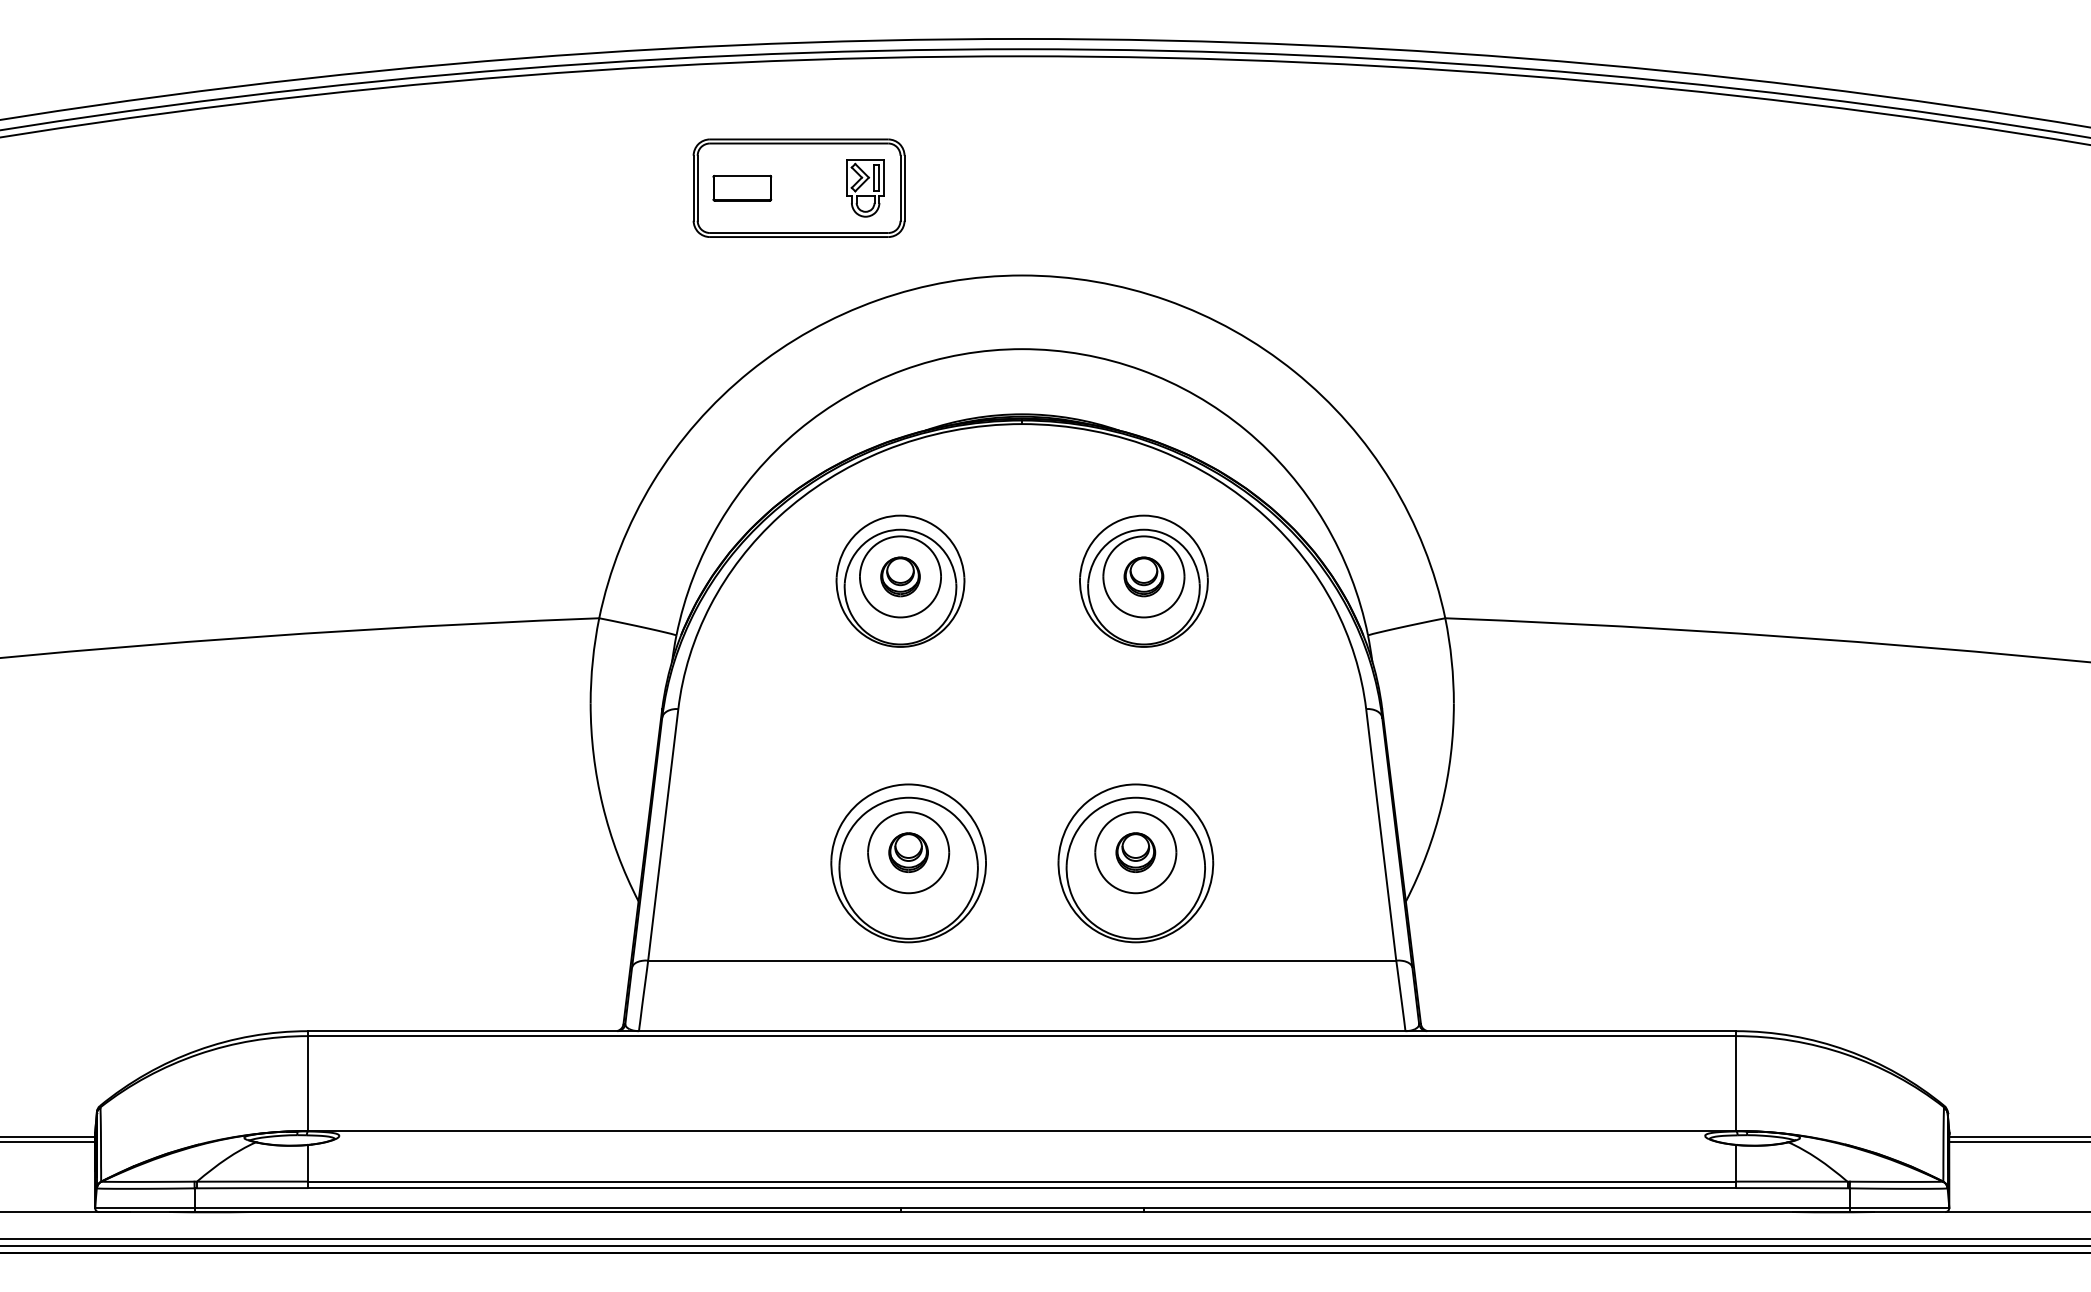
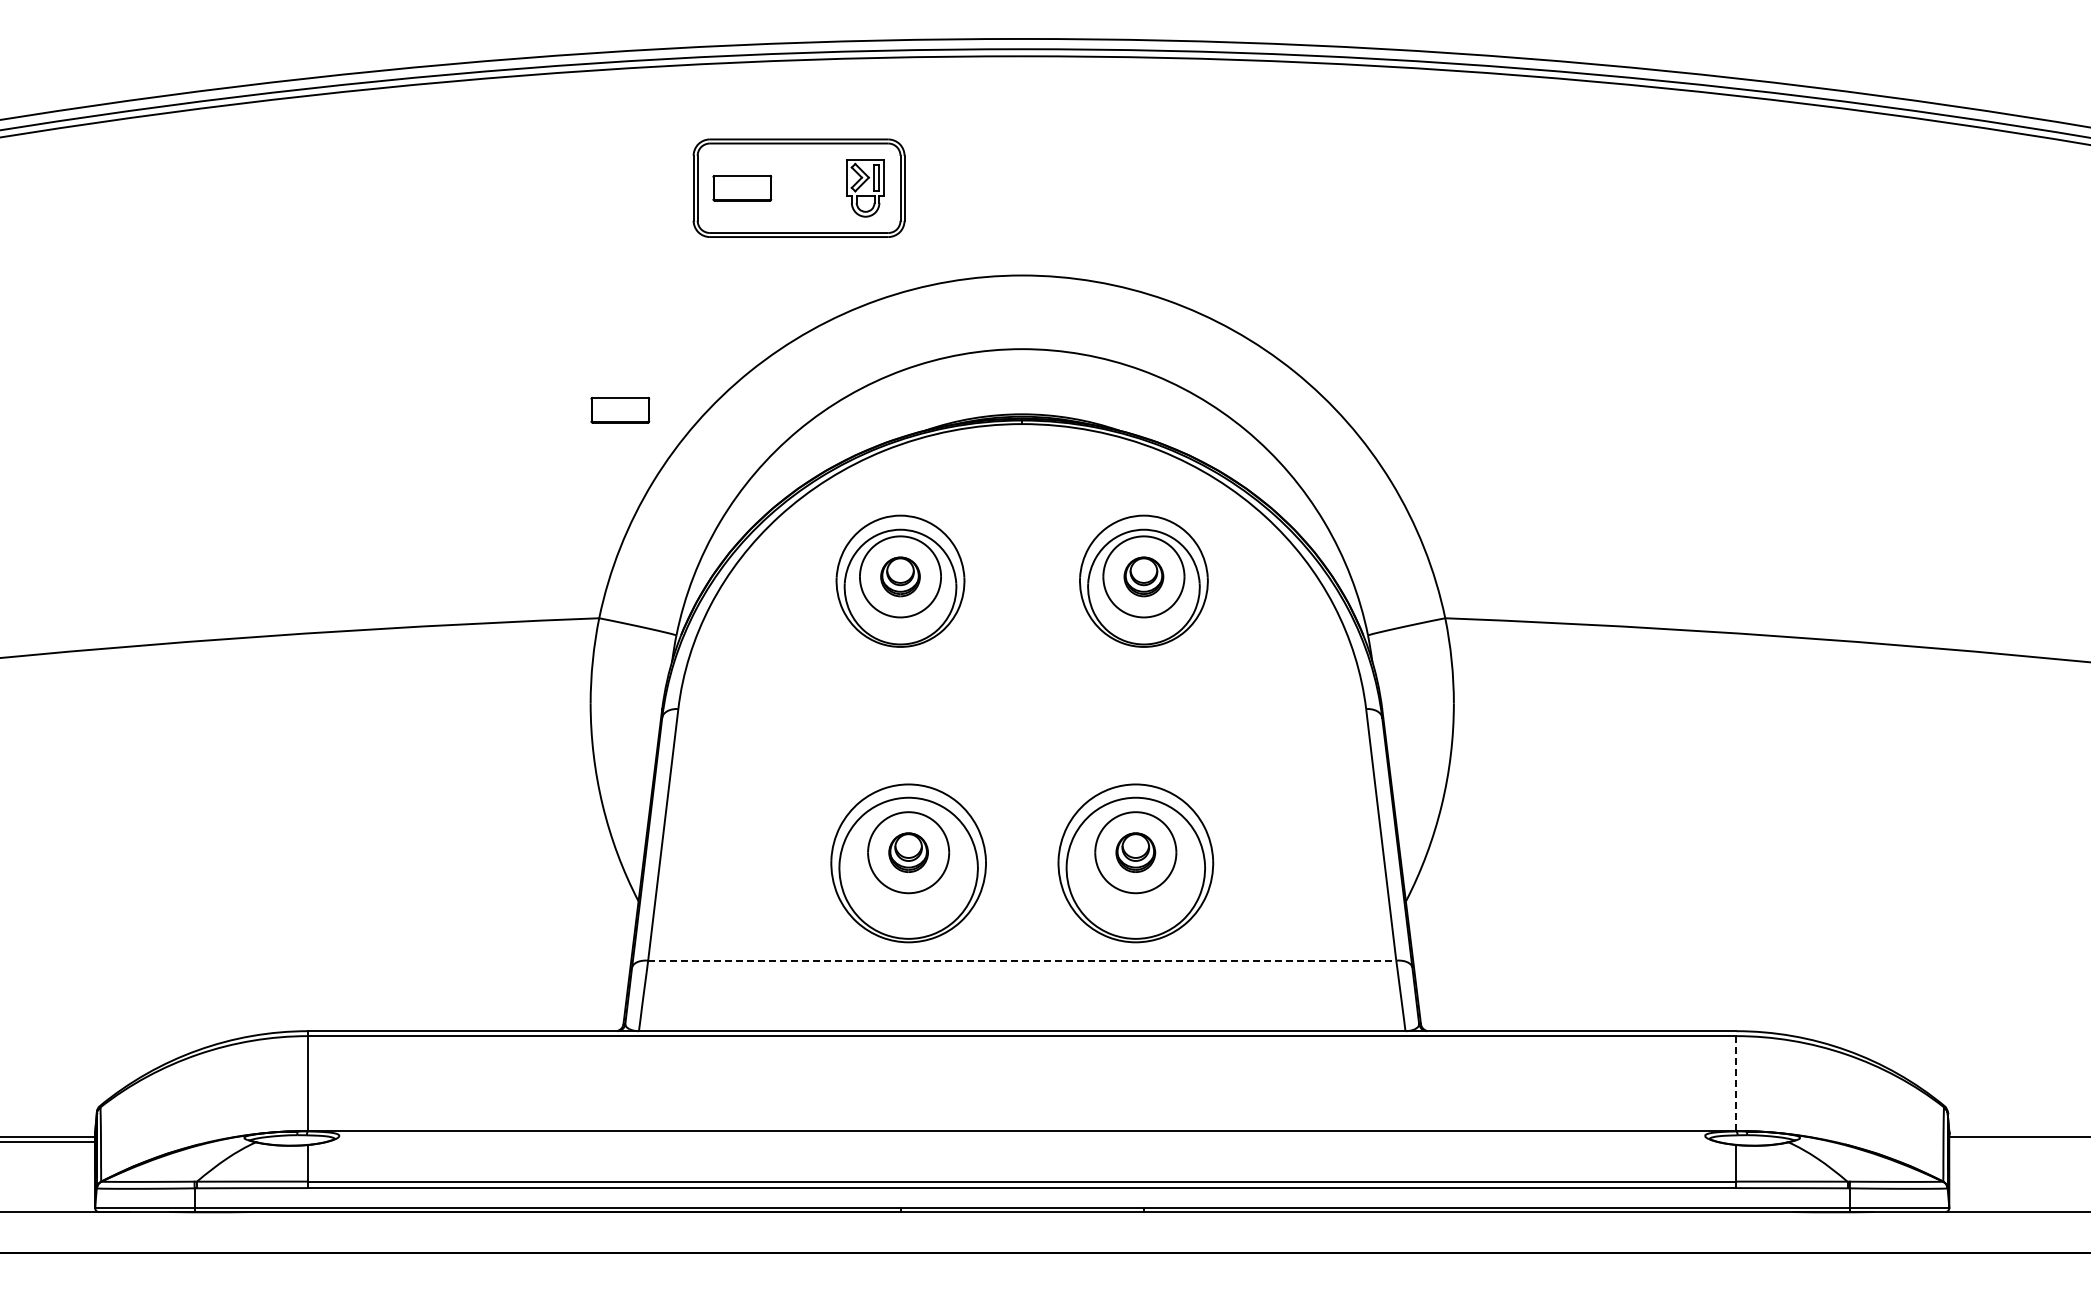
part at (620, 409): none -> present
line at (1022, 960): solid -> dashed
line at (1736, 1080): solid -> dashed
line at (2018, 1142): present -> none
line at (1044, 1238): present -> none
line at (1044, 1246): present -> none
